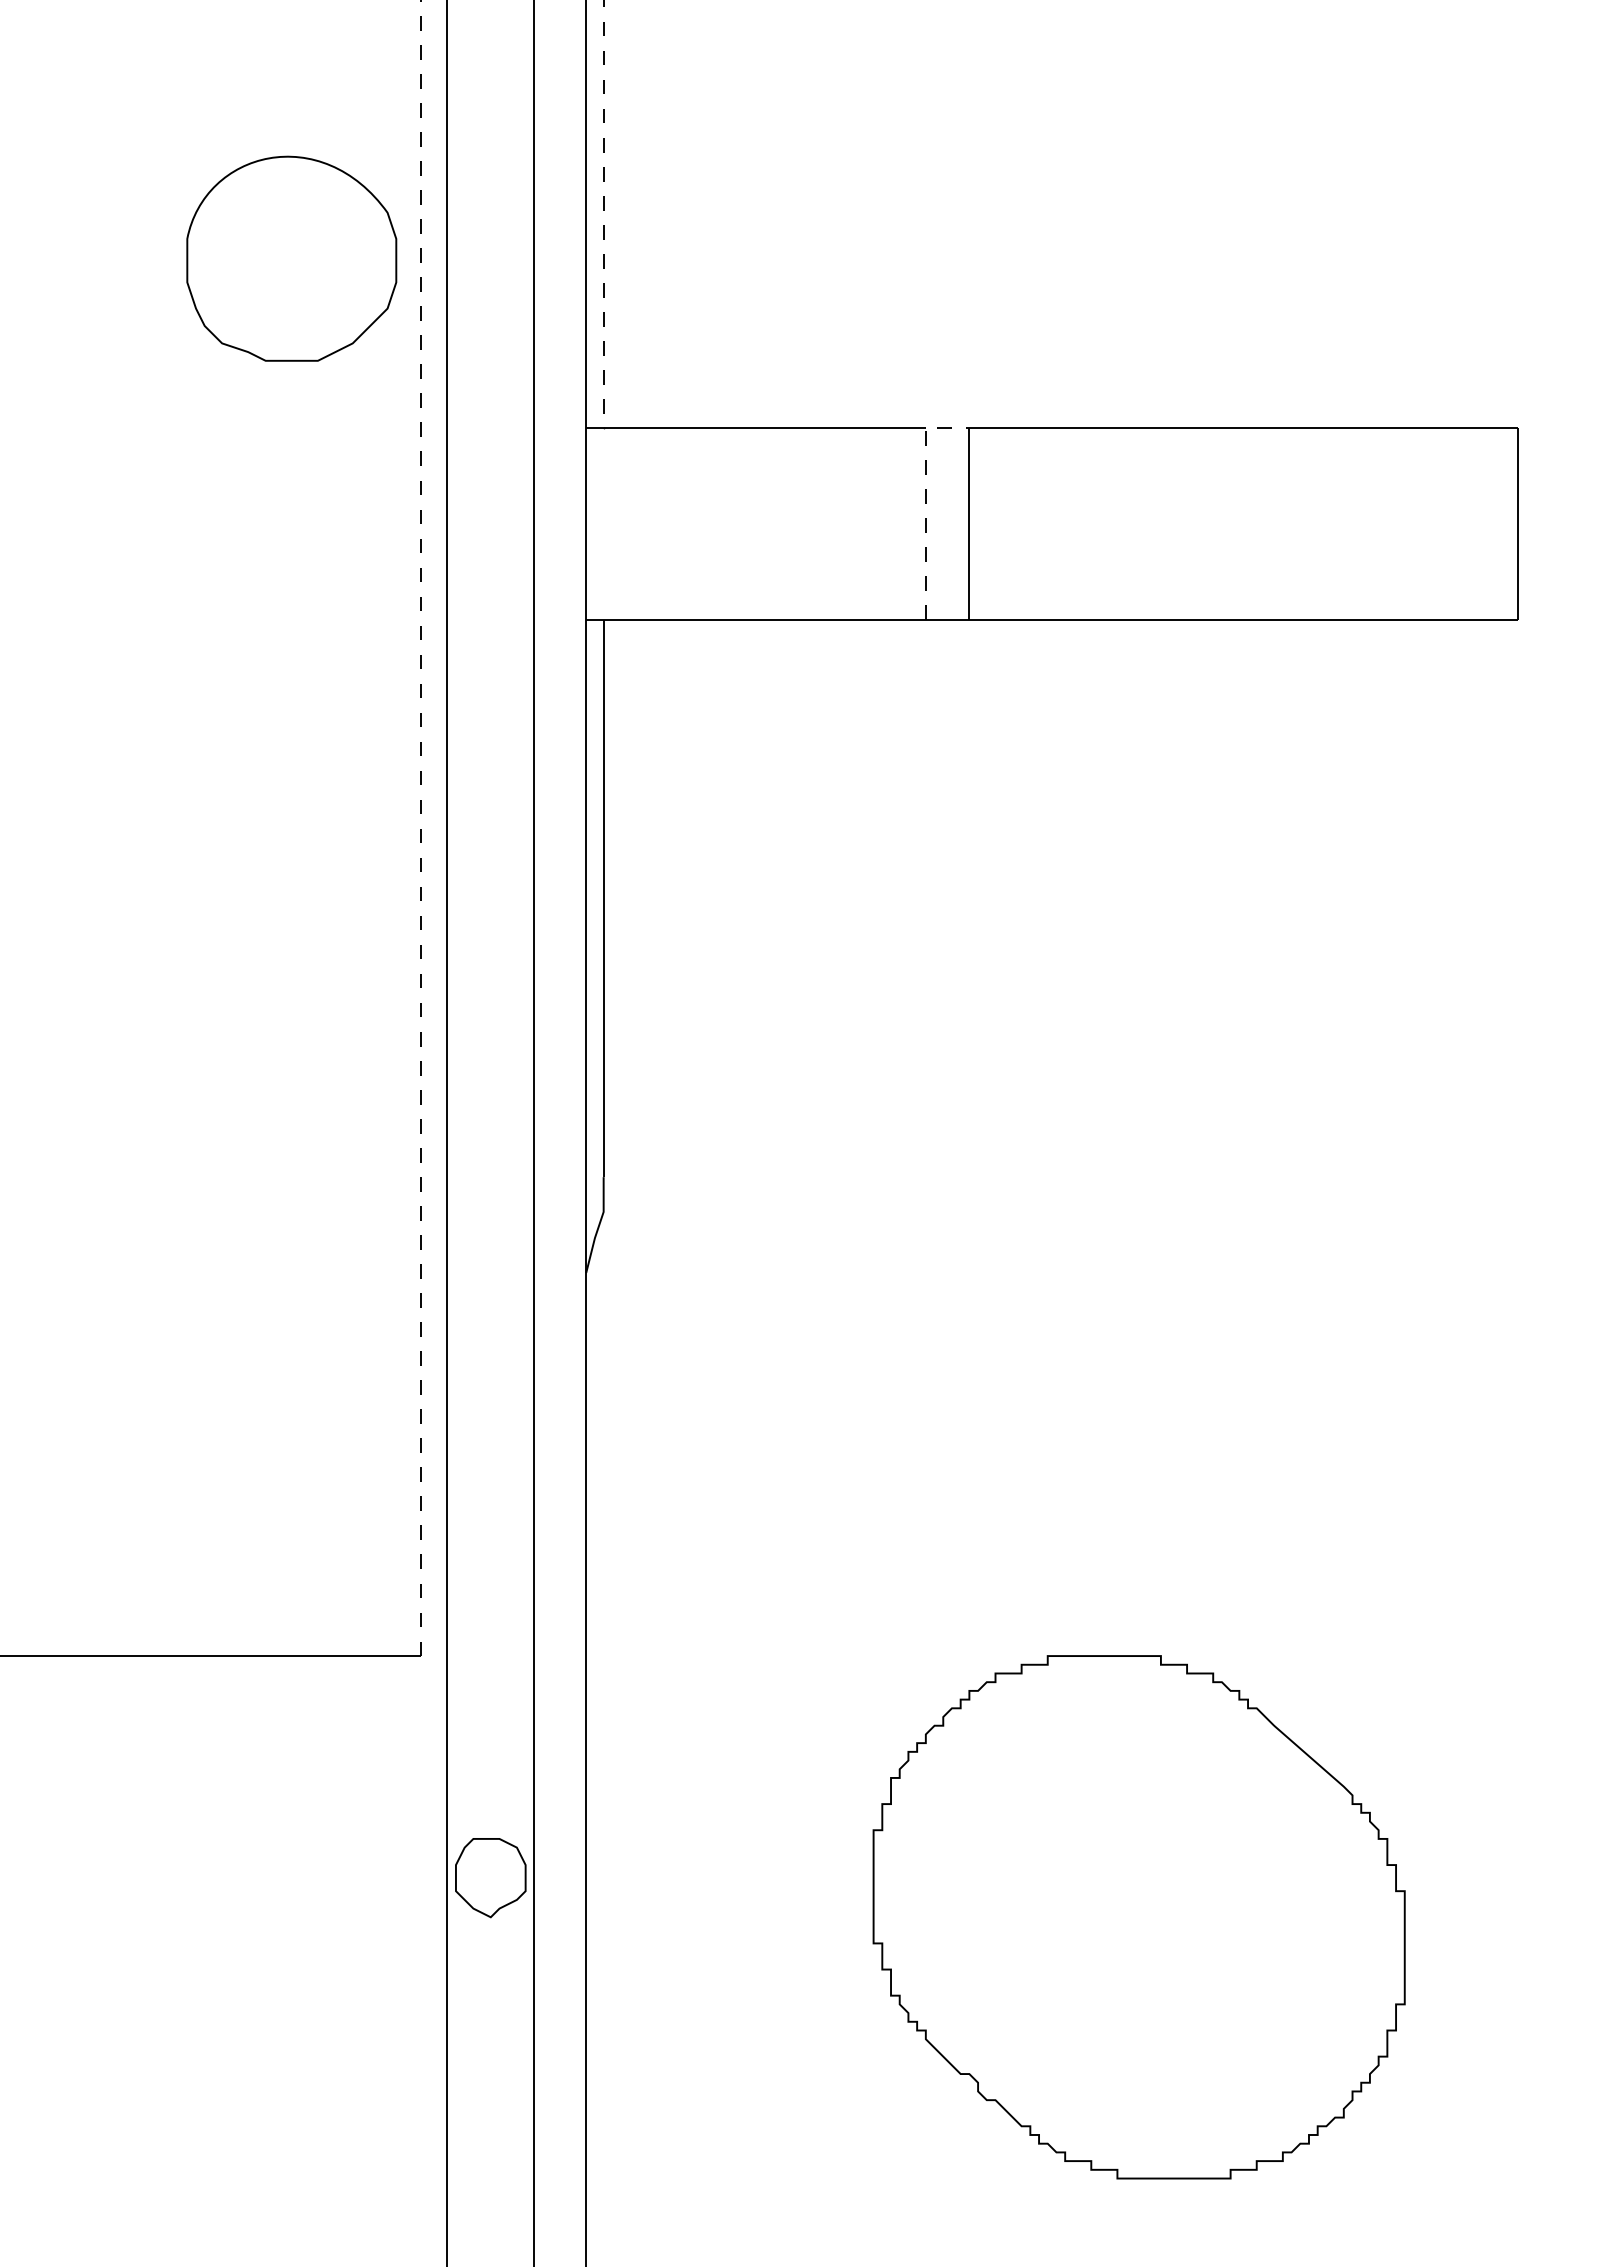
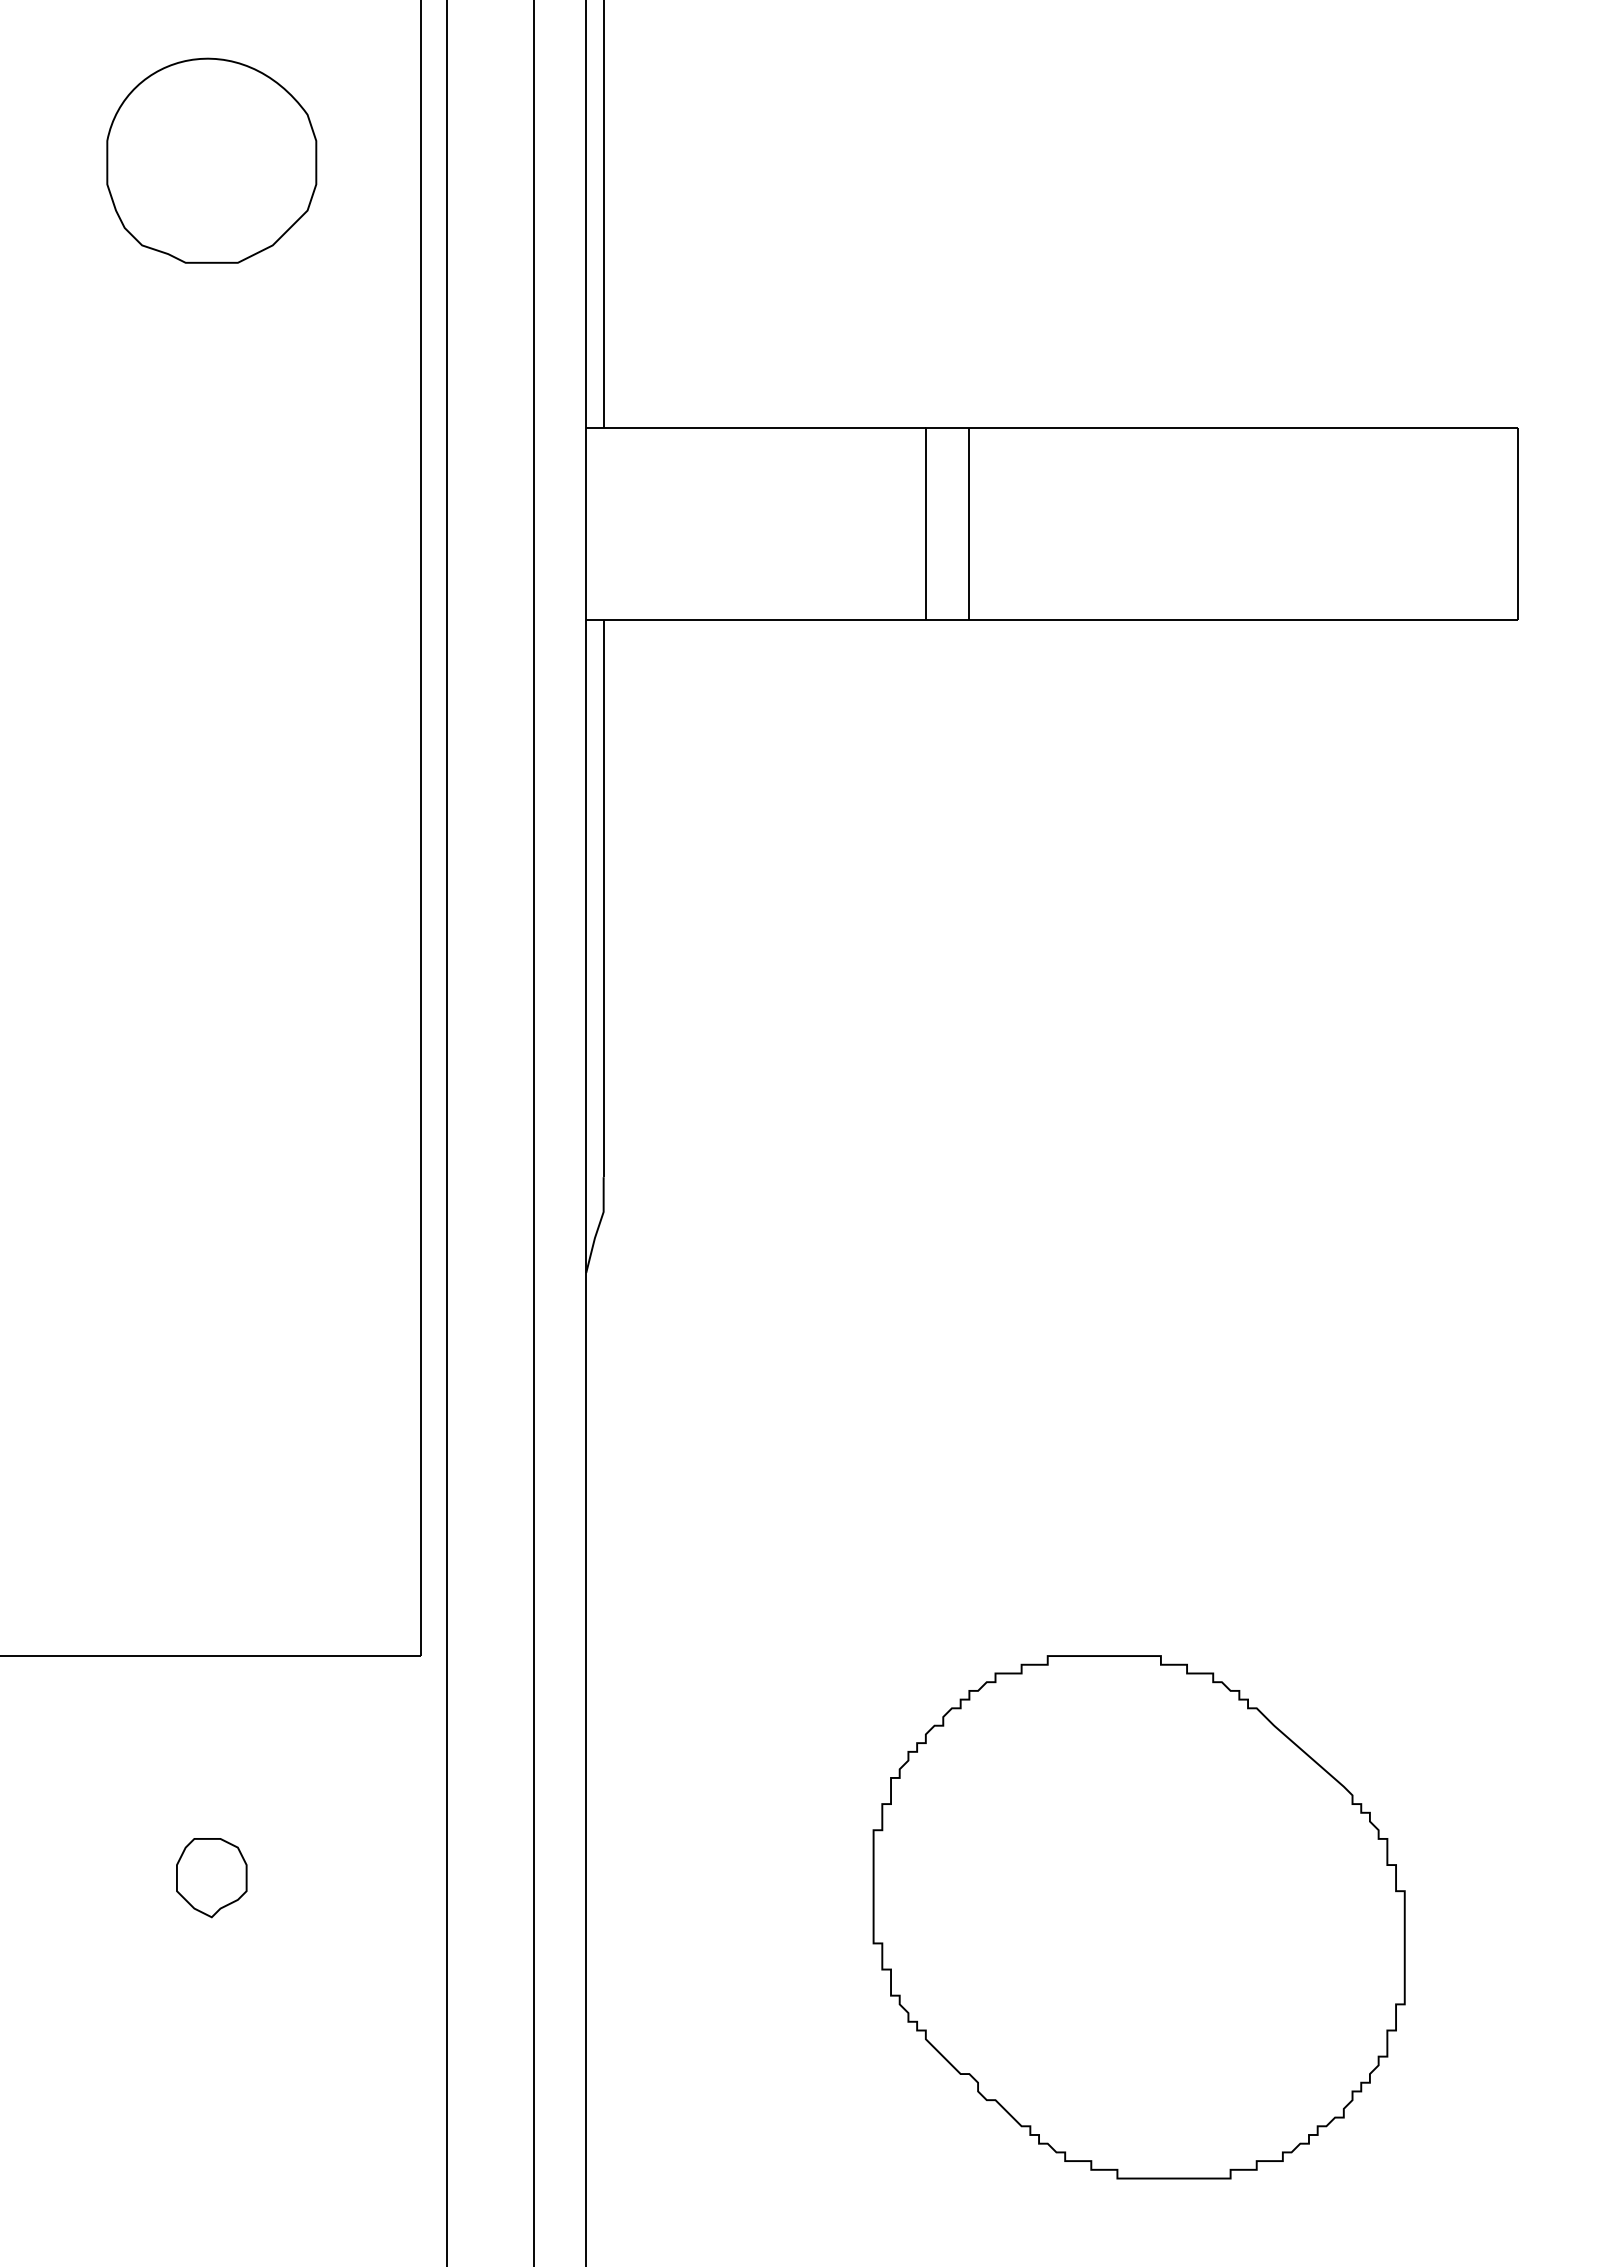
line at (603, 214): dashed -> solid
part at (291, 258) position: (291, 258) -> (211, 160)
line at (925, 501): dashed -> solid
line at (420, 828): dashed -> solid
part at (490, 1878) position: (490, 1878) -> (211, 1878)
